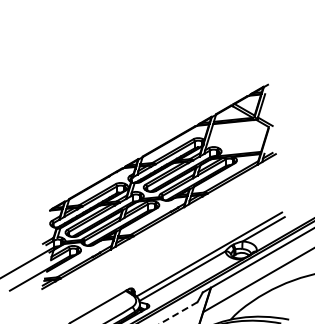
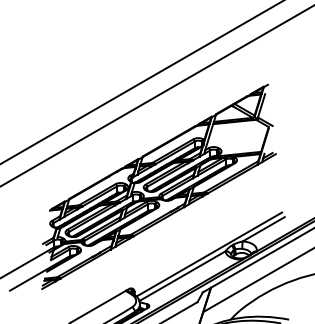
line at (141, 82): none -> present
line at (156, 95): none -> present
line at (178, 313): dashed -> solid
